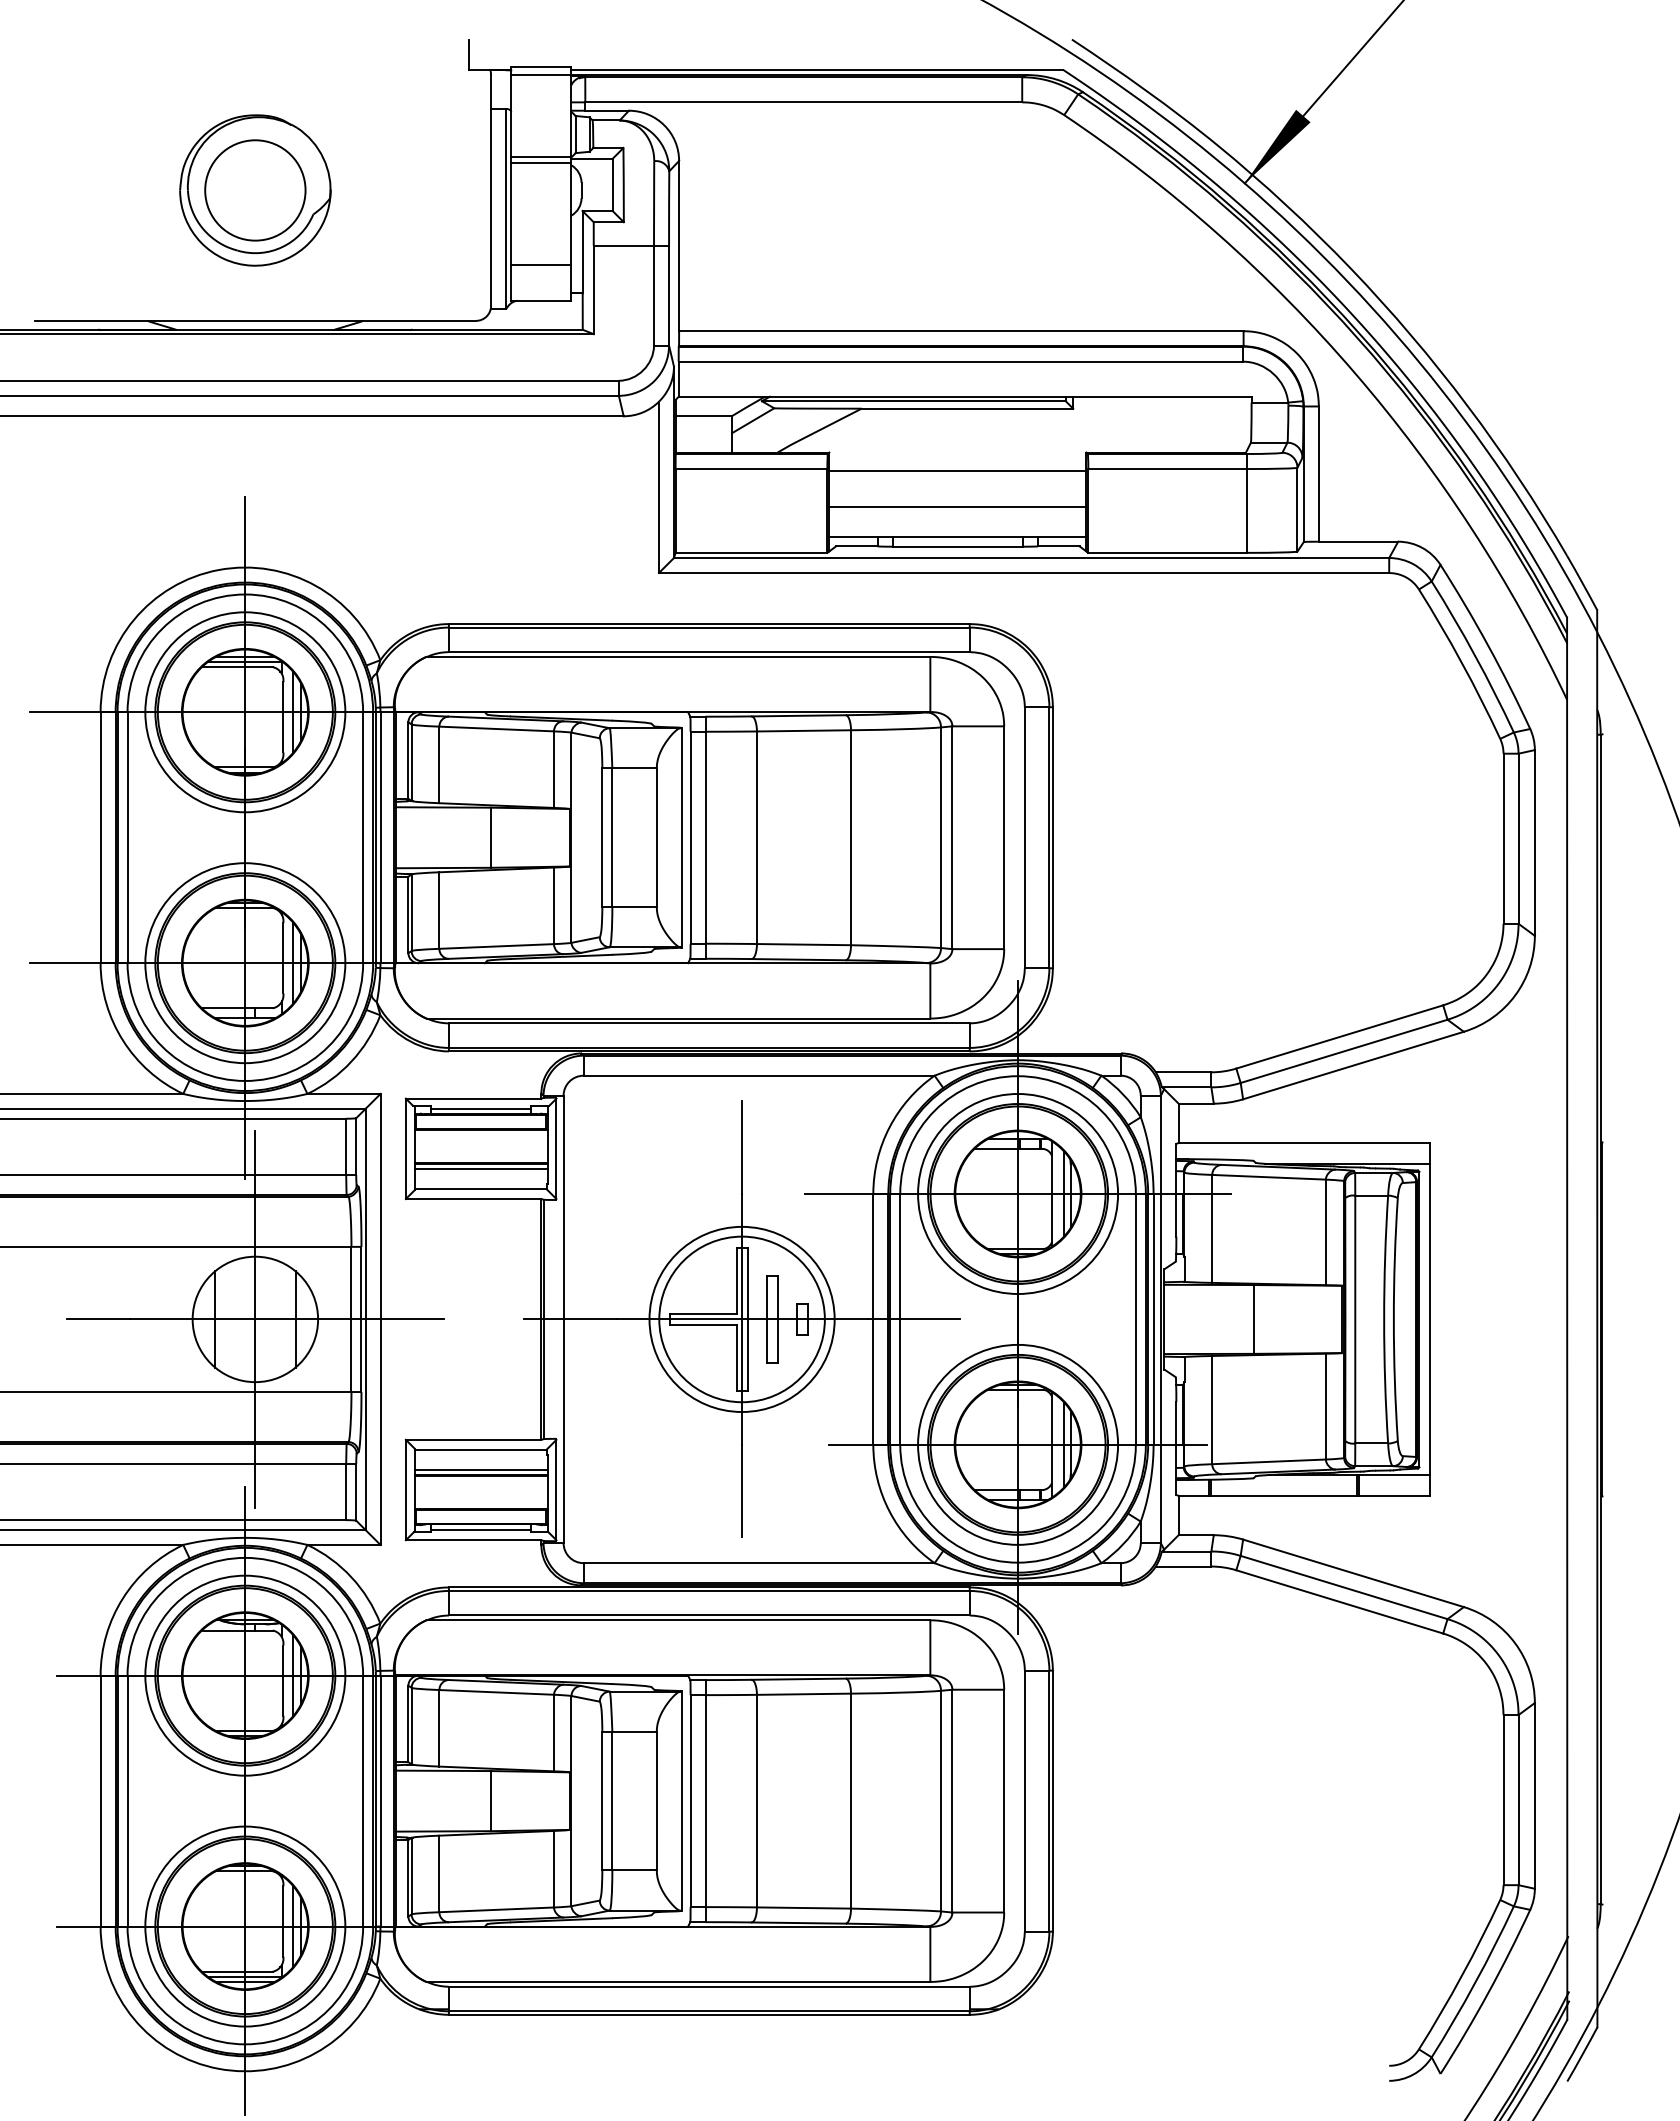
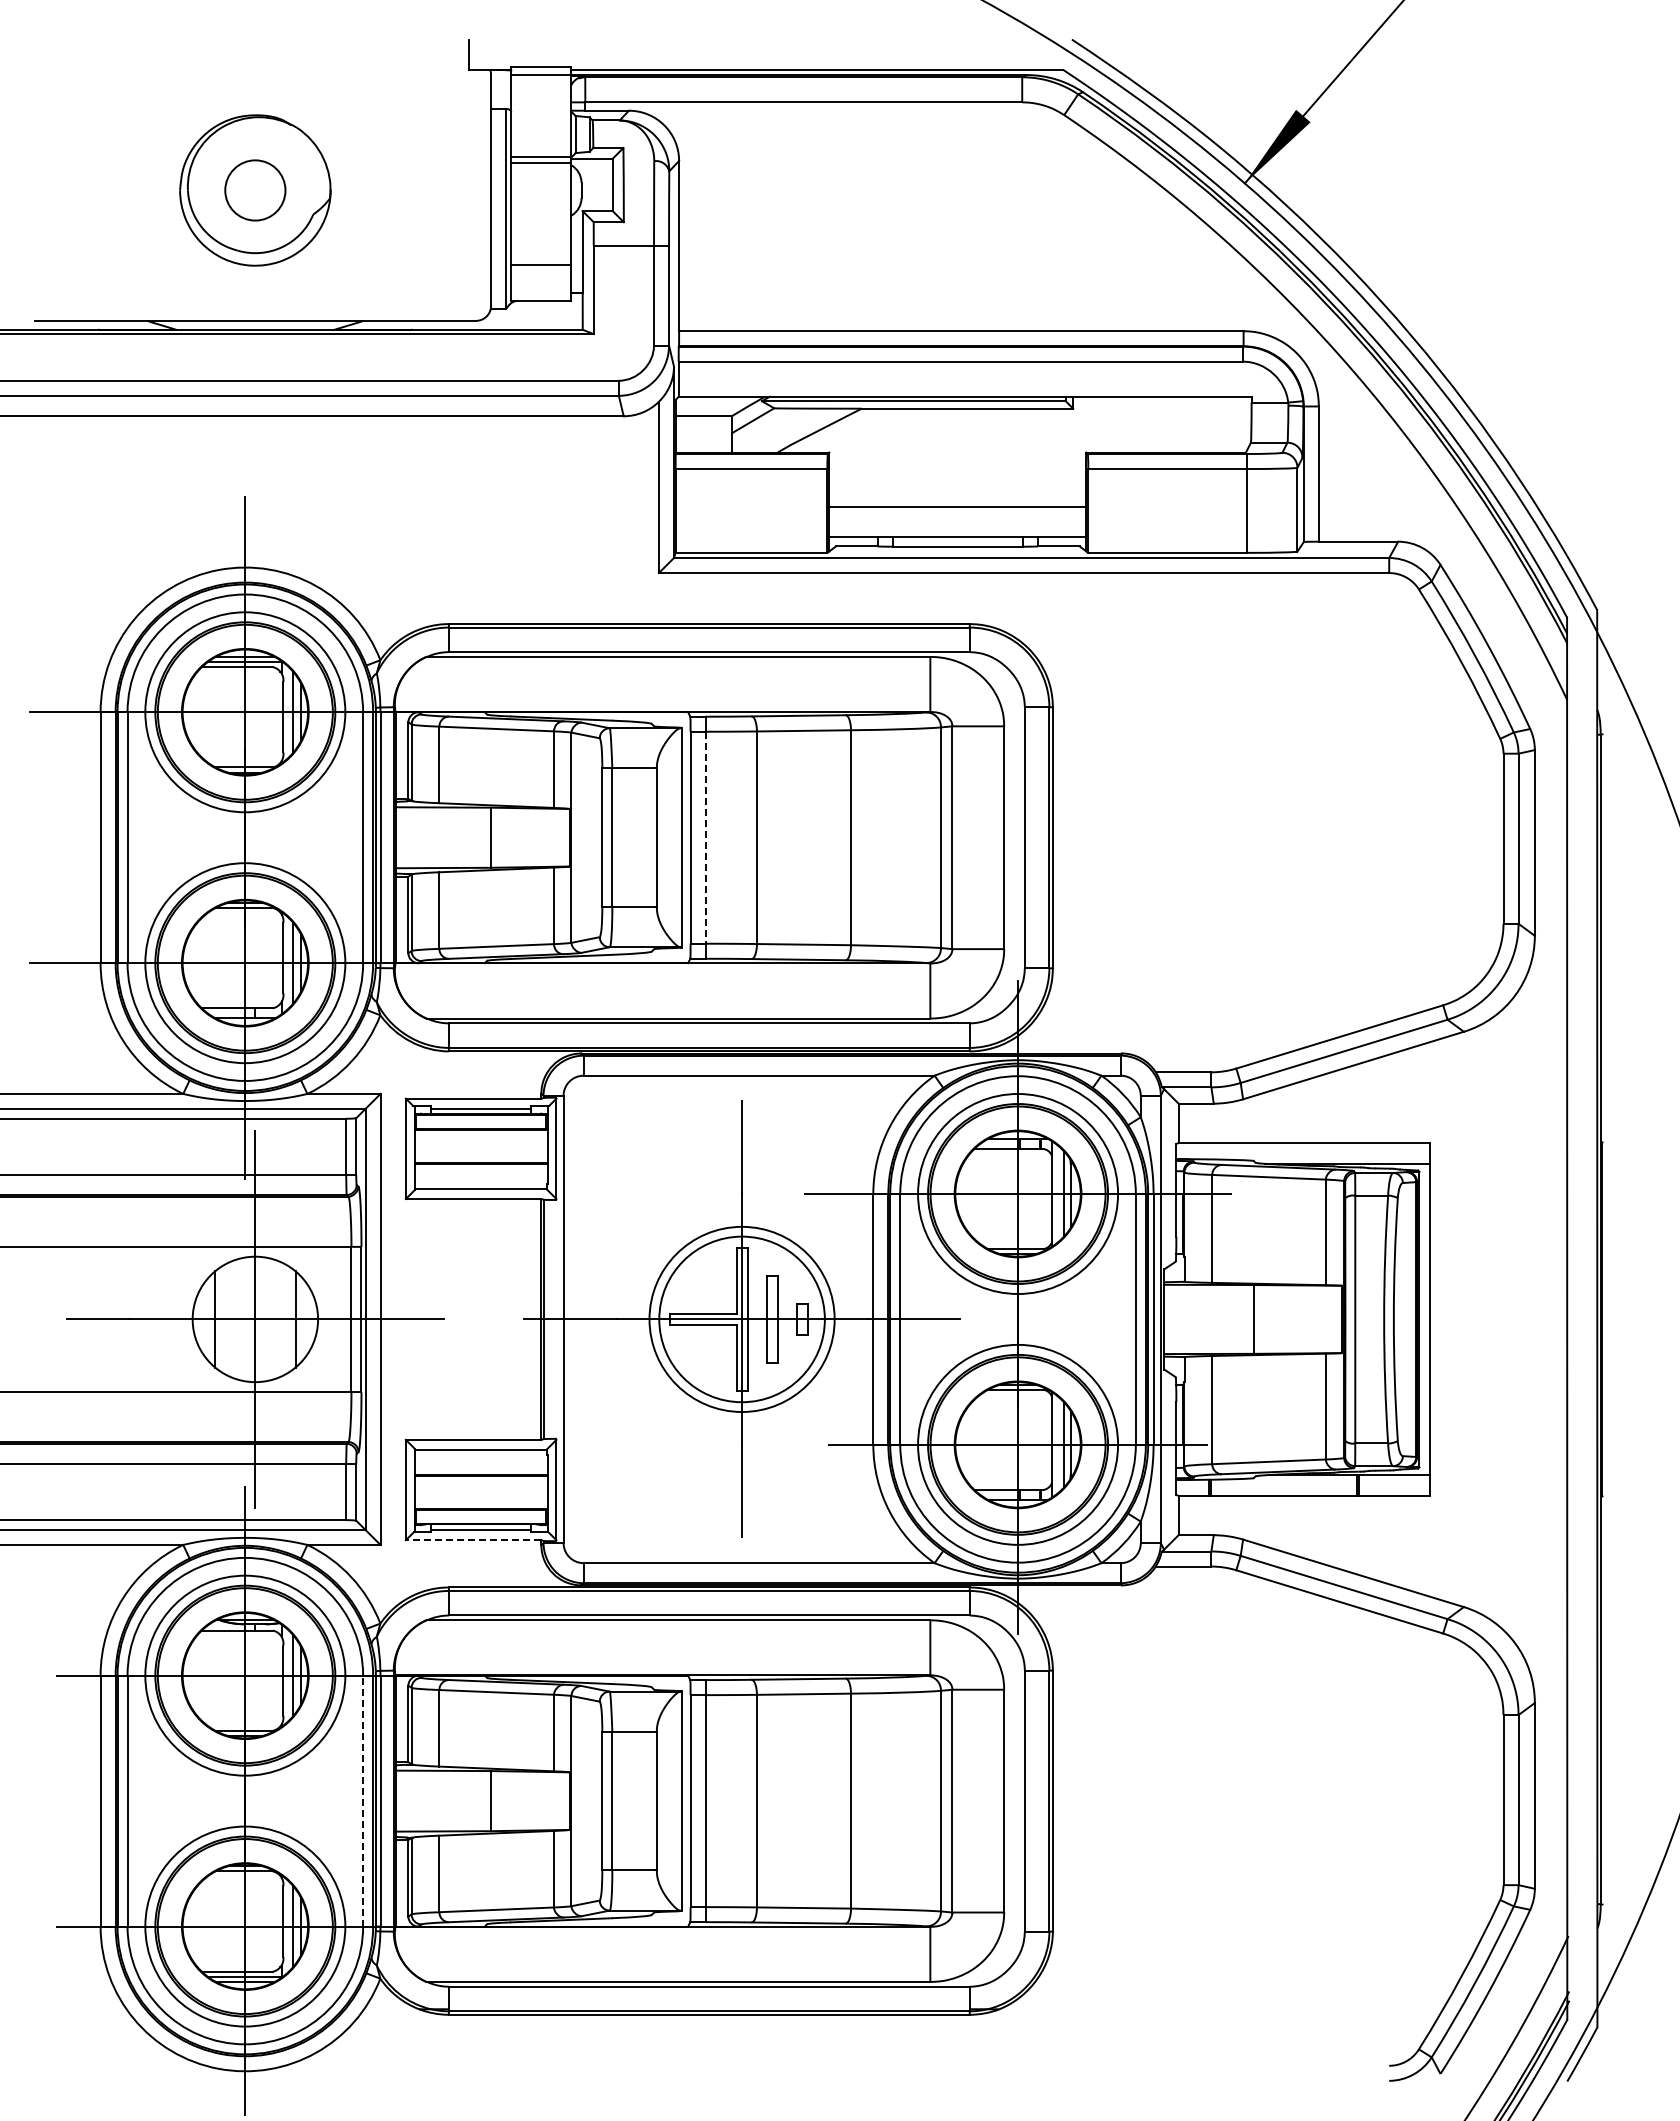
circle at (255, 190) diameter: 100 px -> 60 px
line at (957, 471): present -> none
line at (705, 837): solid -> dashed
line at (480, 1168): present -> none
line at (480, 1469): present -> none
line at (473, 1540): solid -> dashed
line at (363, 1800): solid -> dashed
